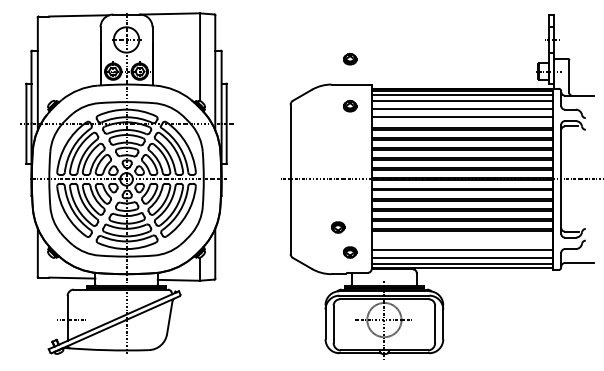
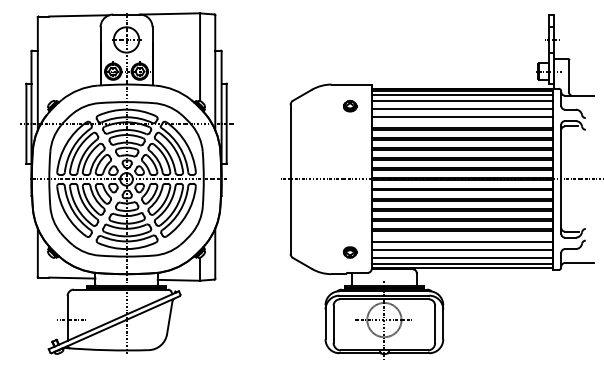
part at (350, 59): present -> none
part at (338, 227): present -> none
line at (461, 241): none -> present
